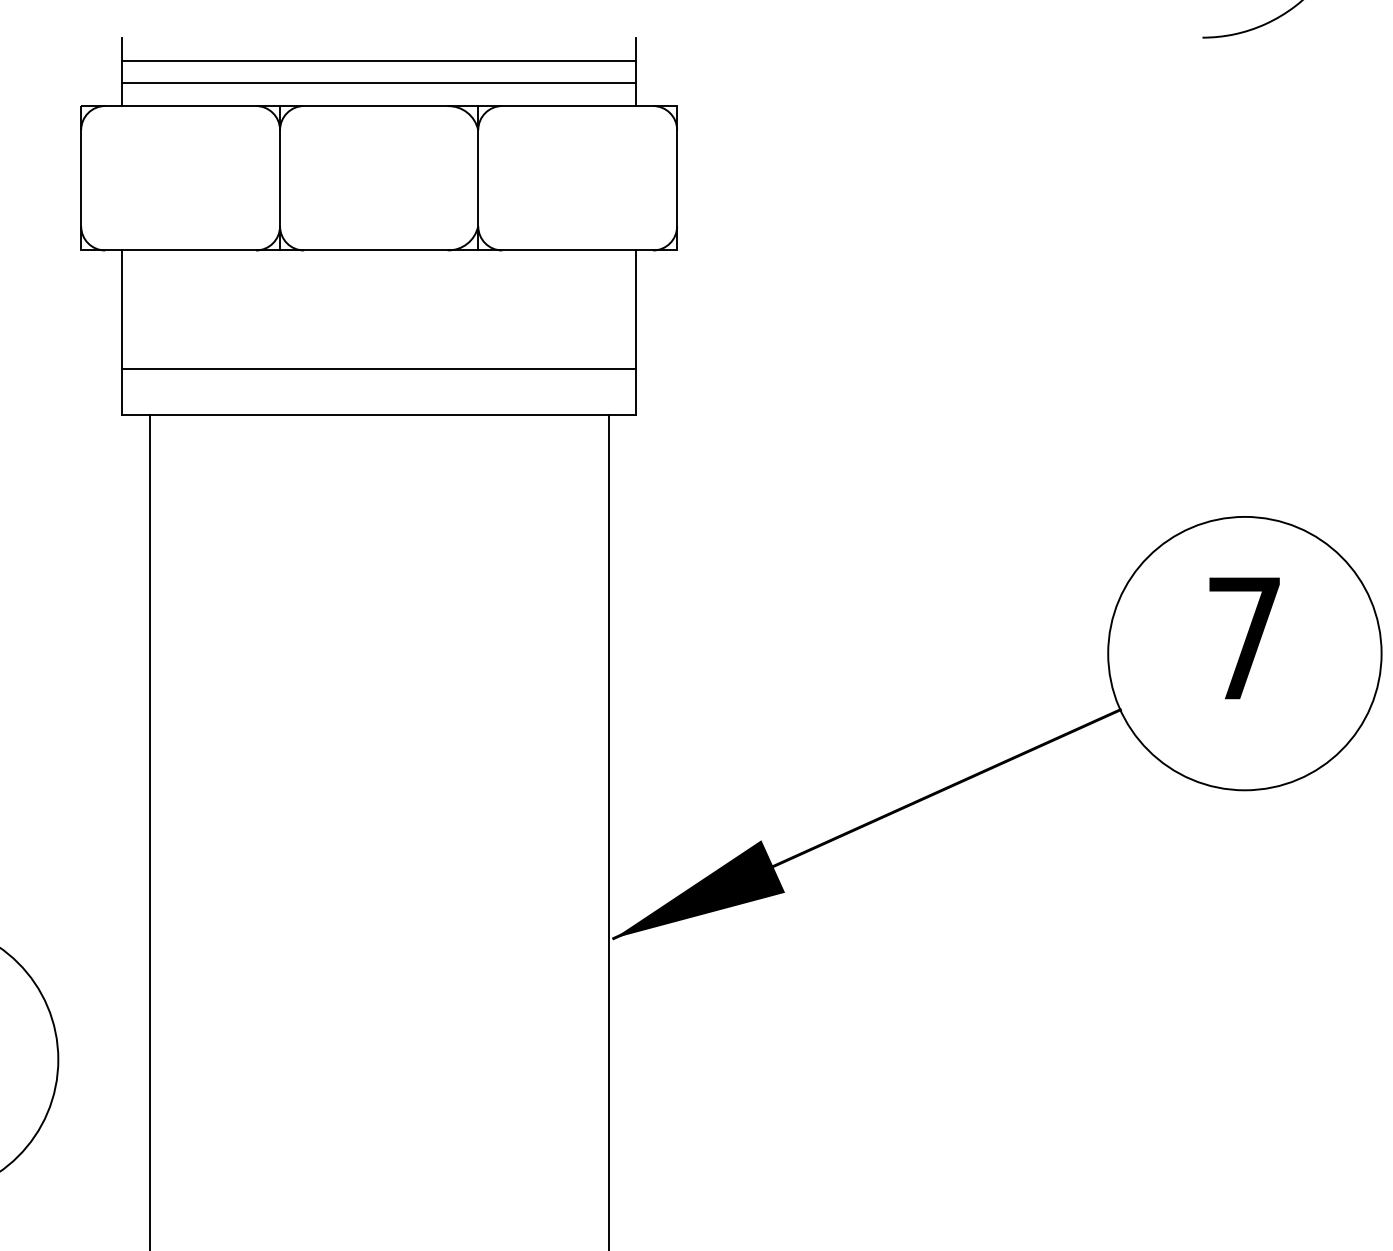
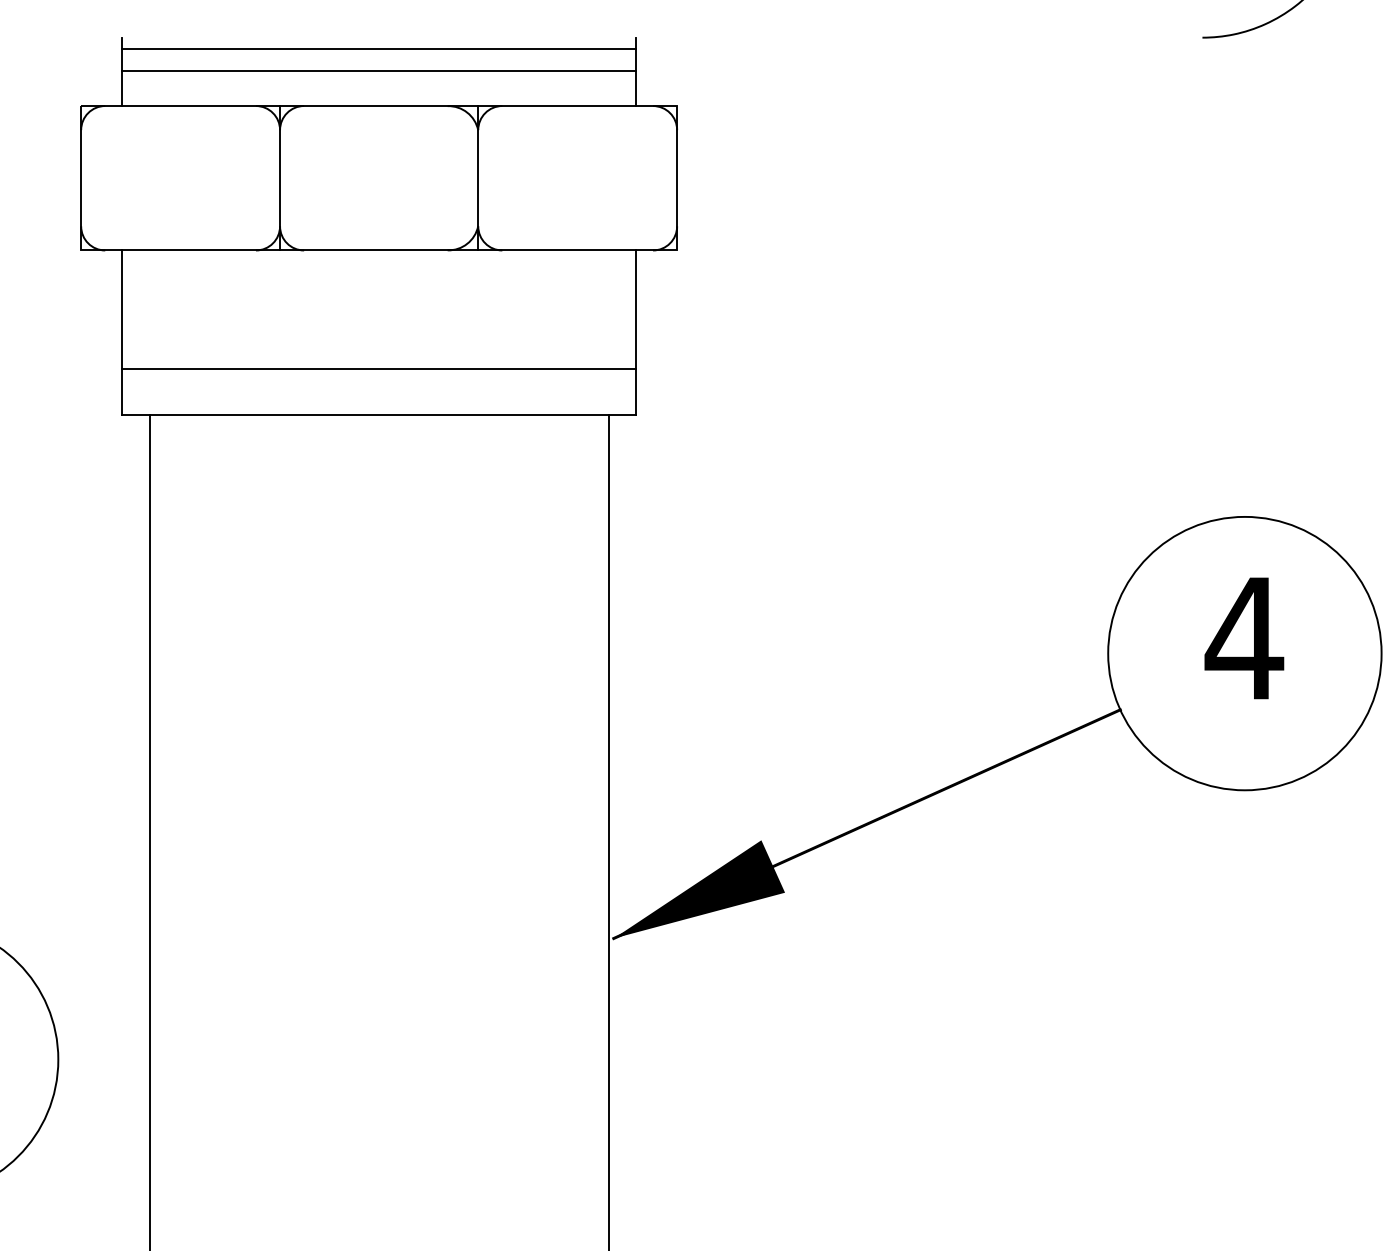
line at (379, 60) position: (379, 60) -> (379, 48)
line at (379, 83) position: (379, 83) -> (379, 71)
text at (1244, 638): 7 -> 4
